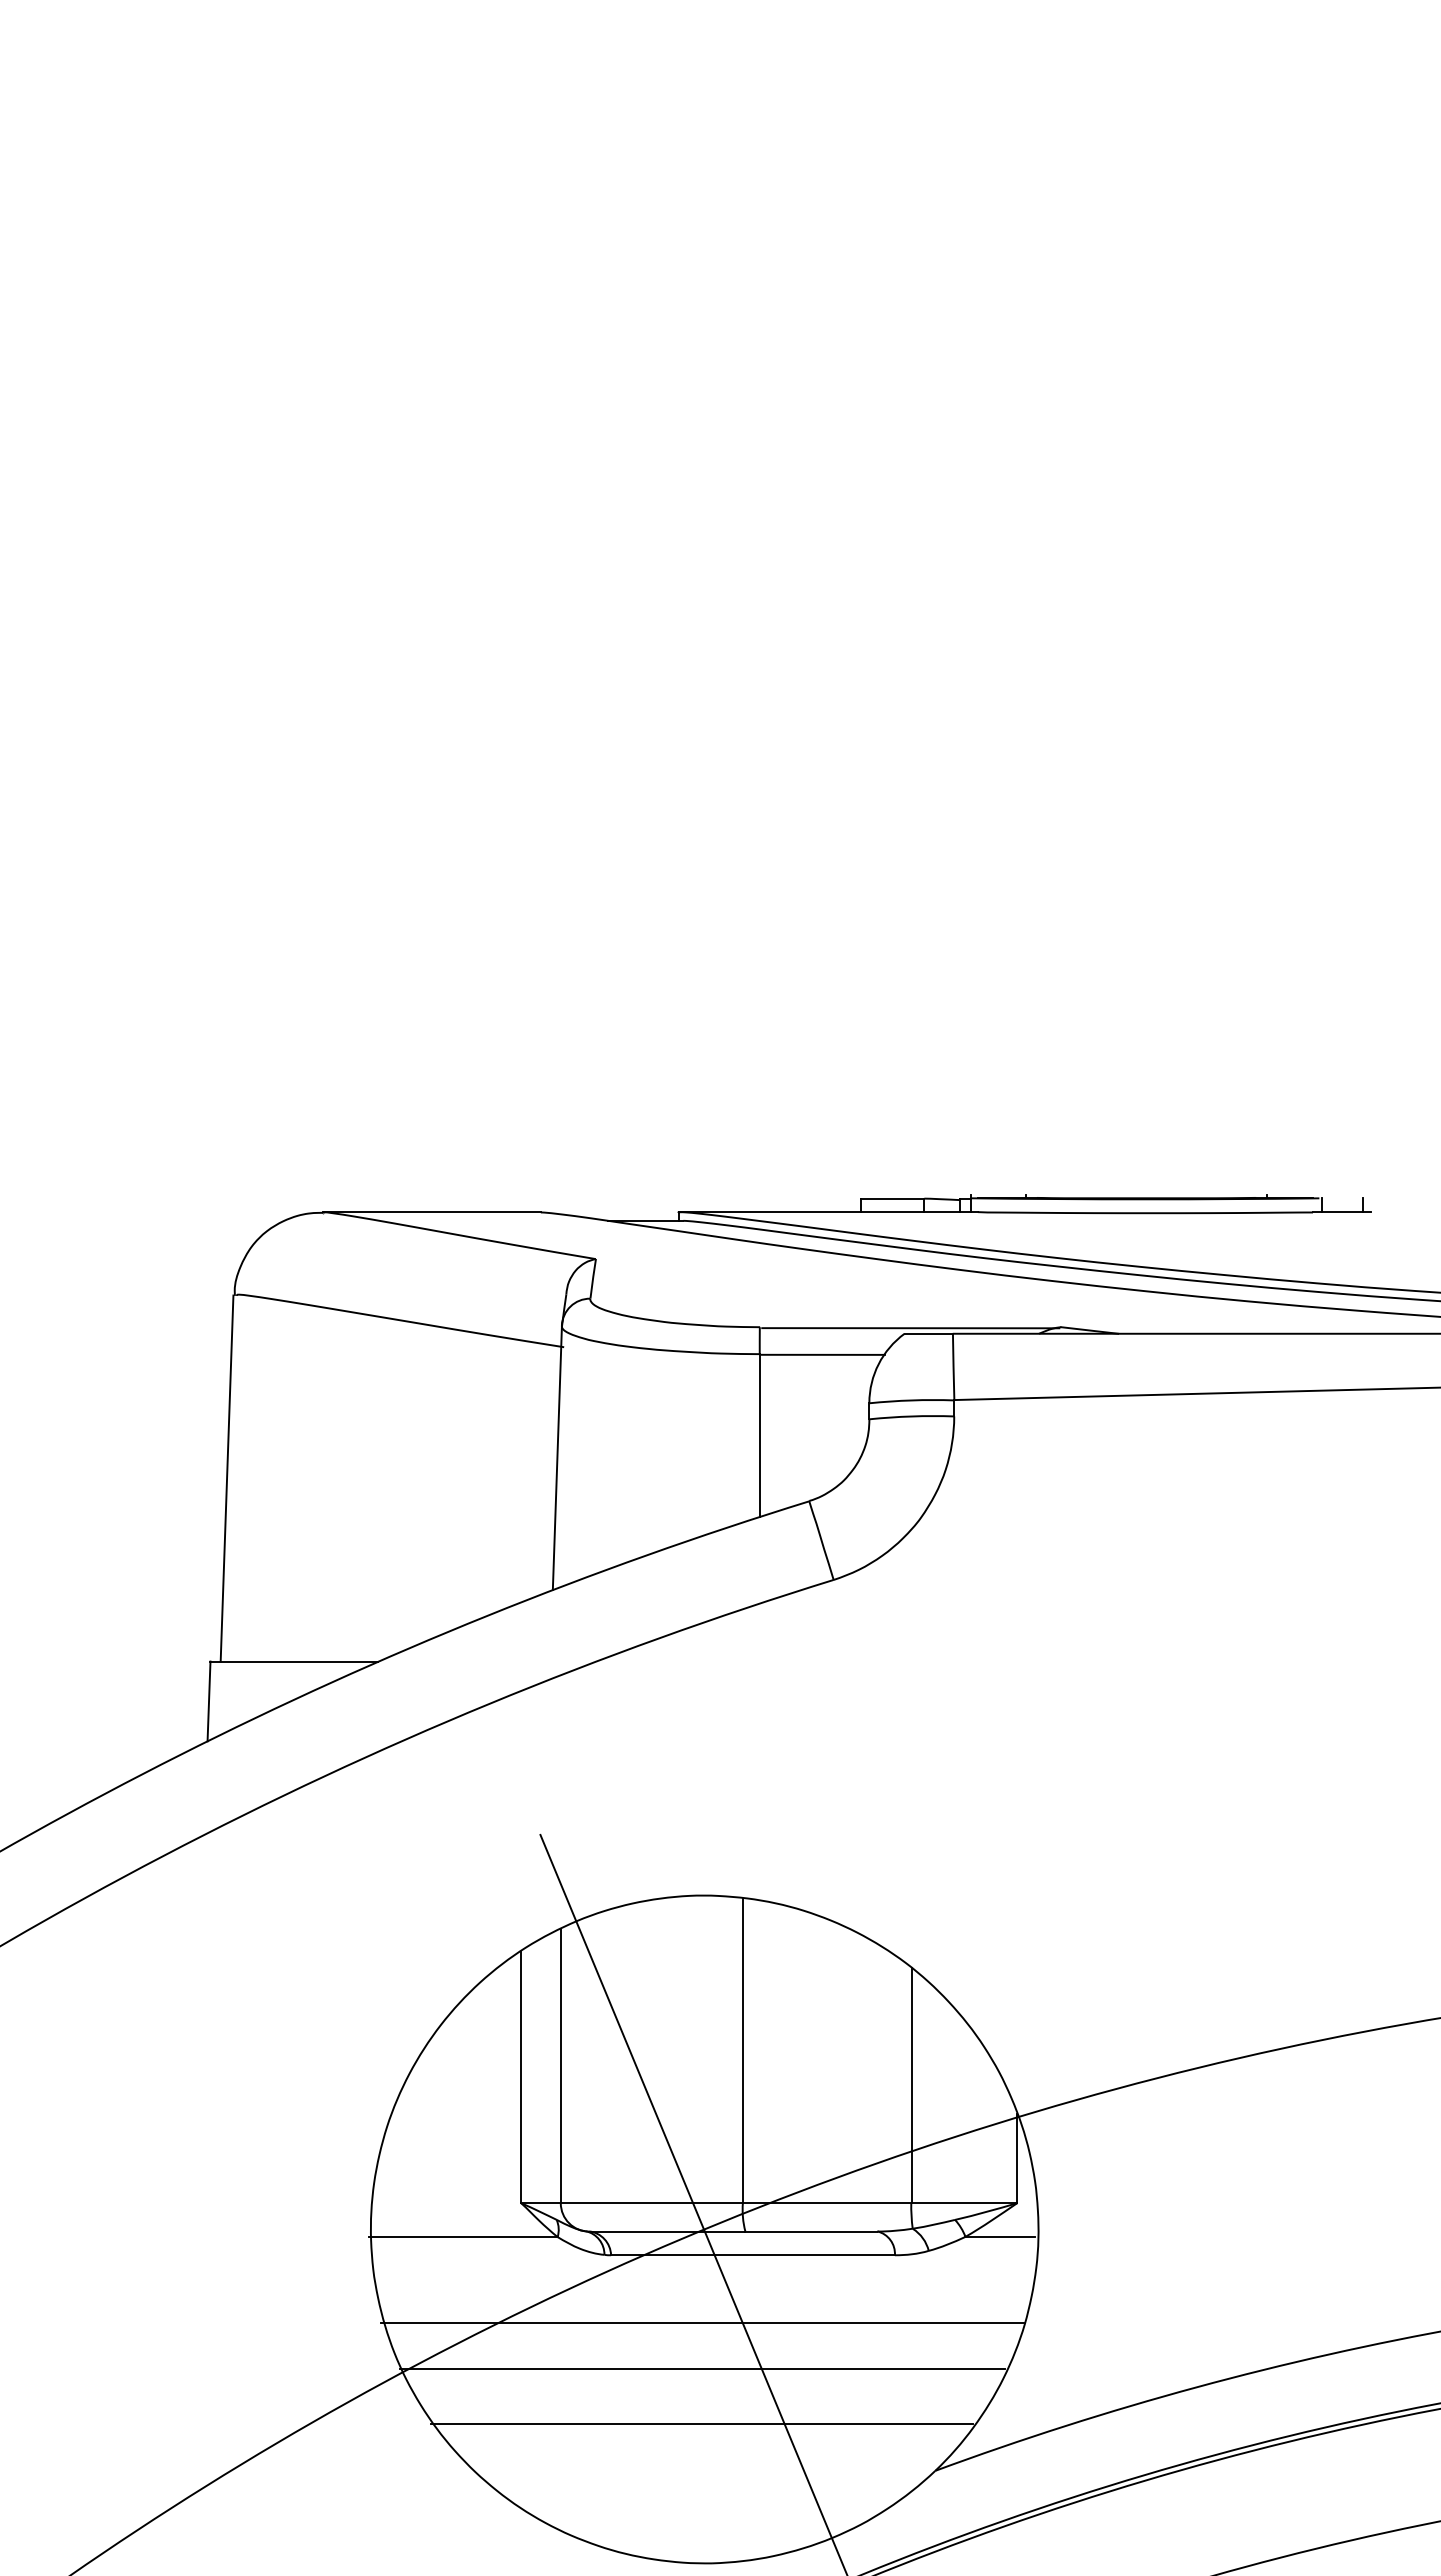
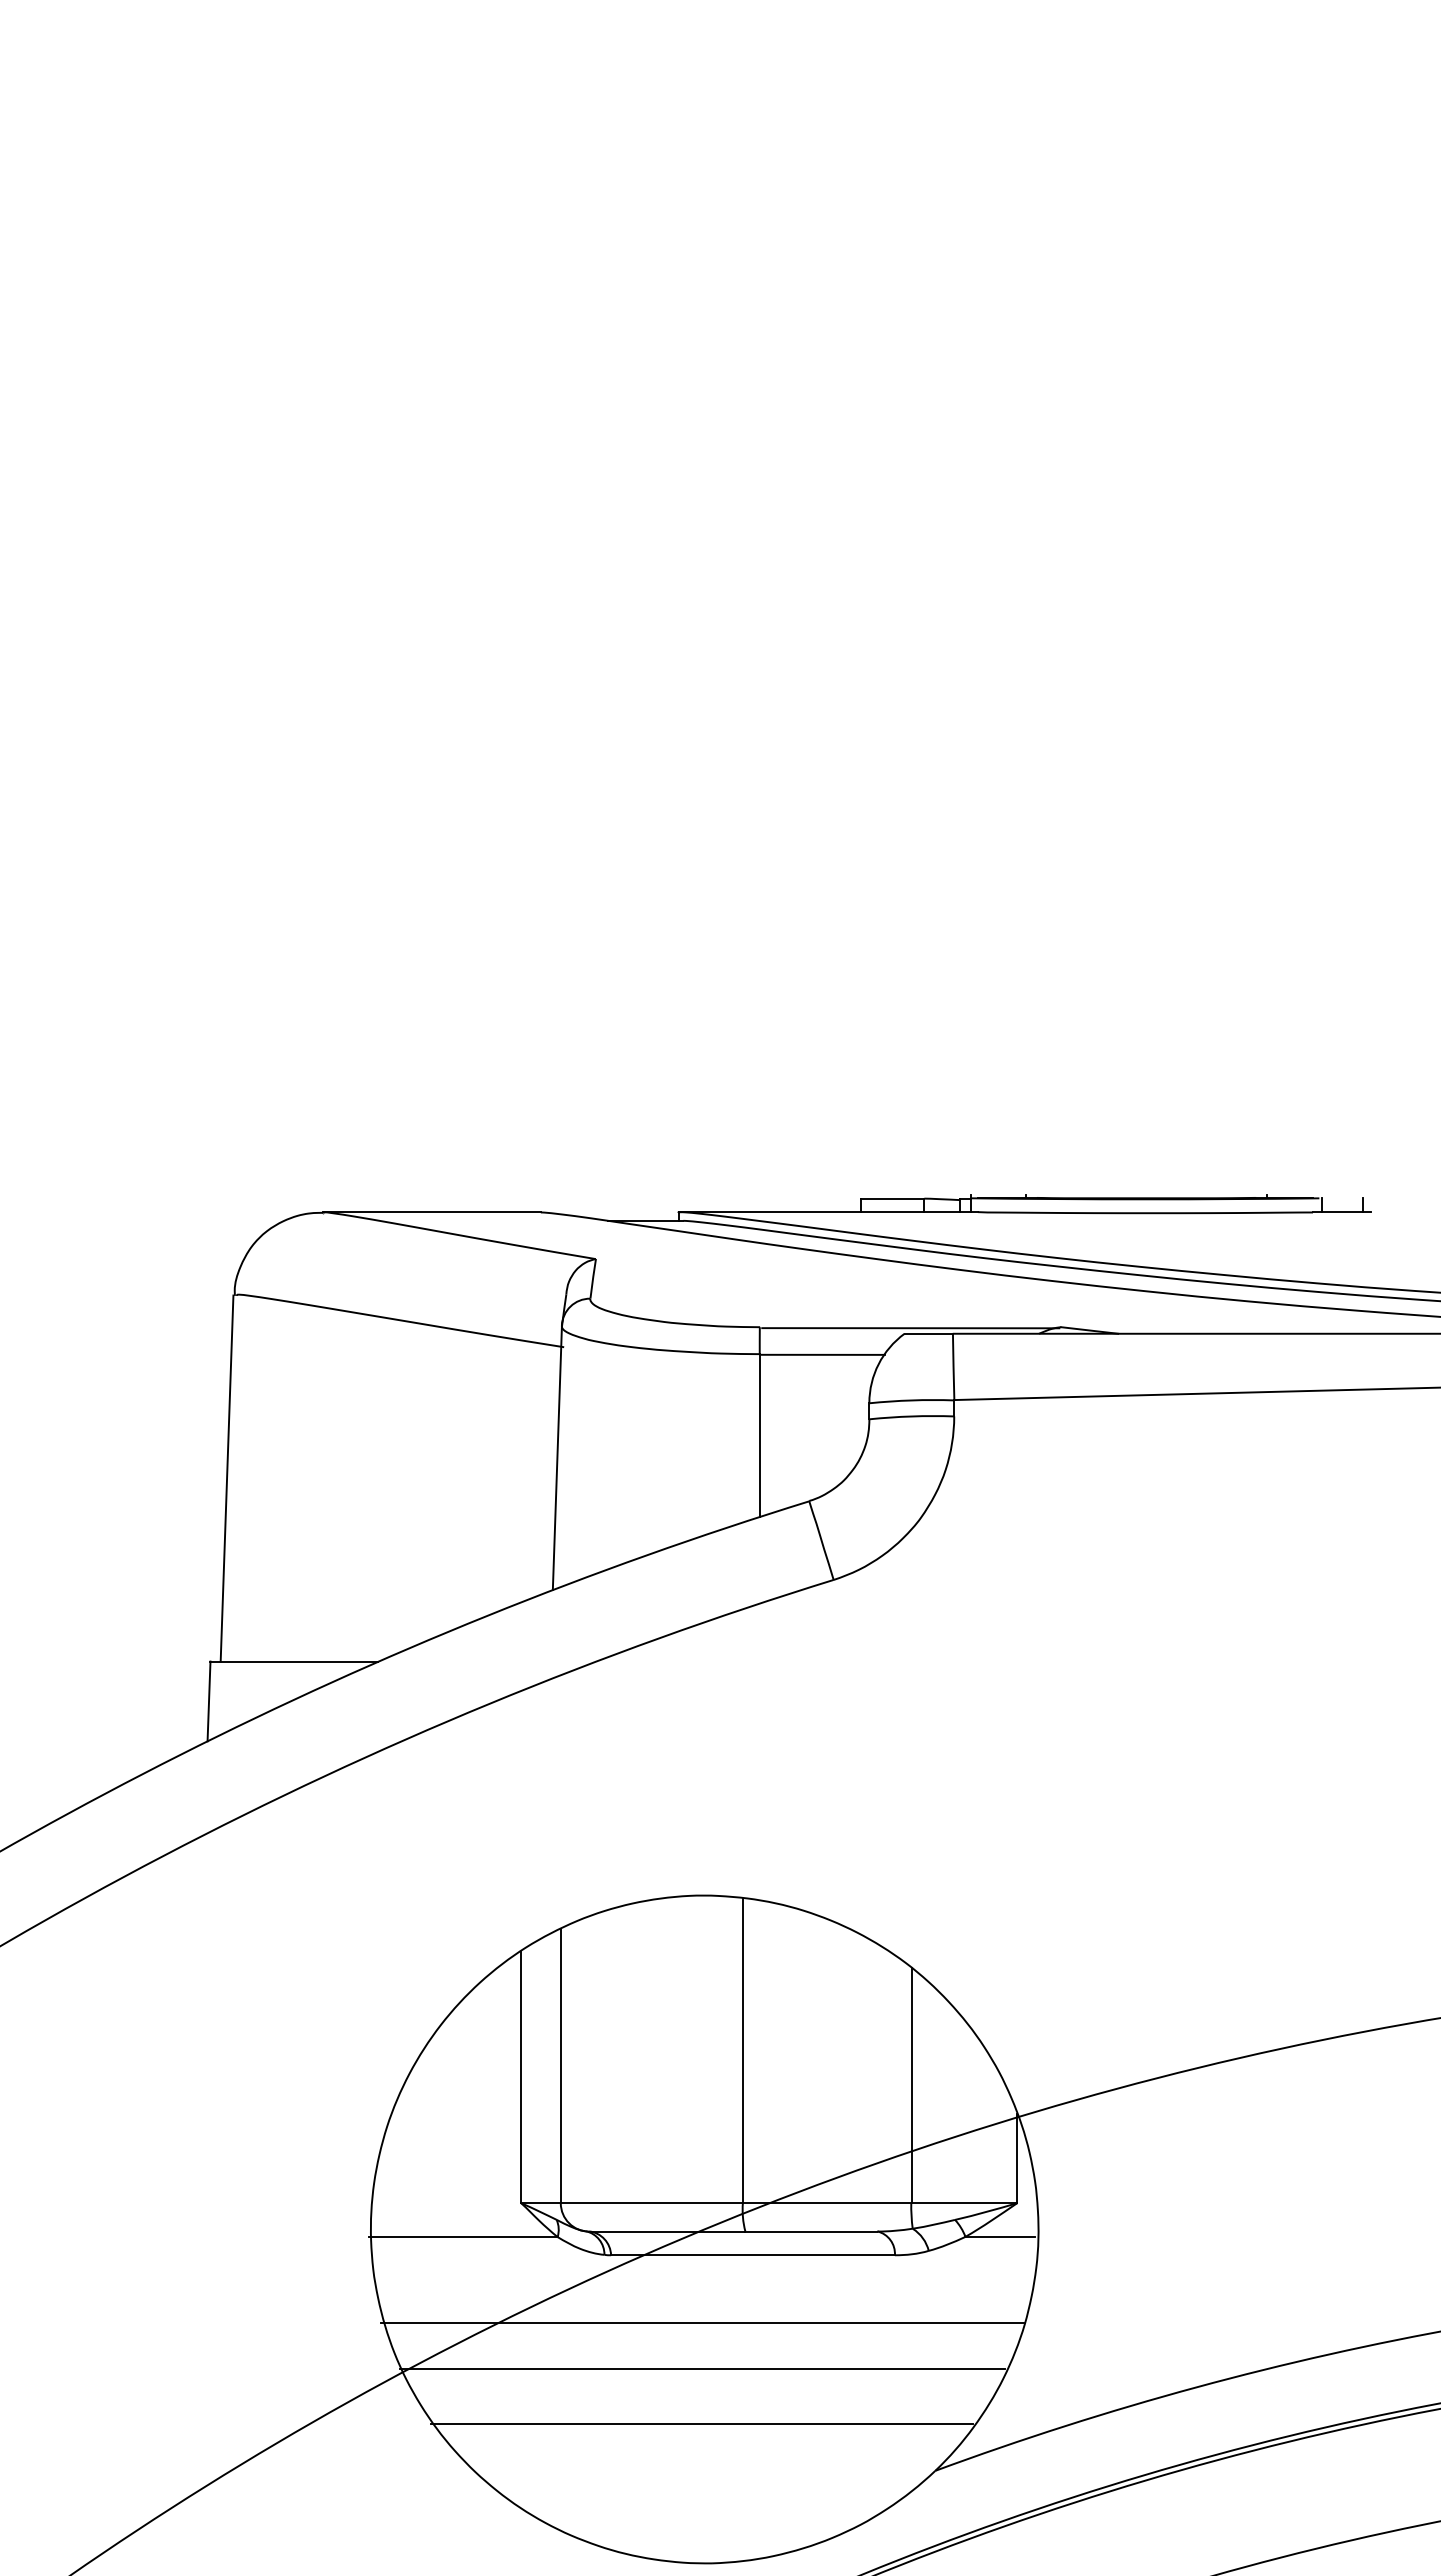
line at (693, 2203): present -> none
